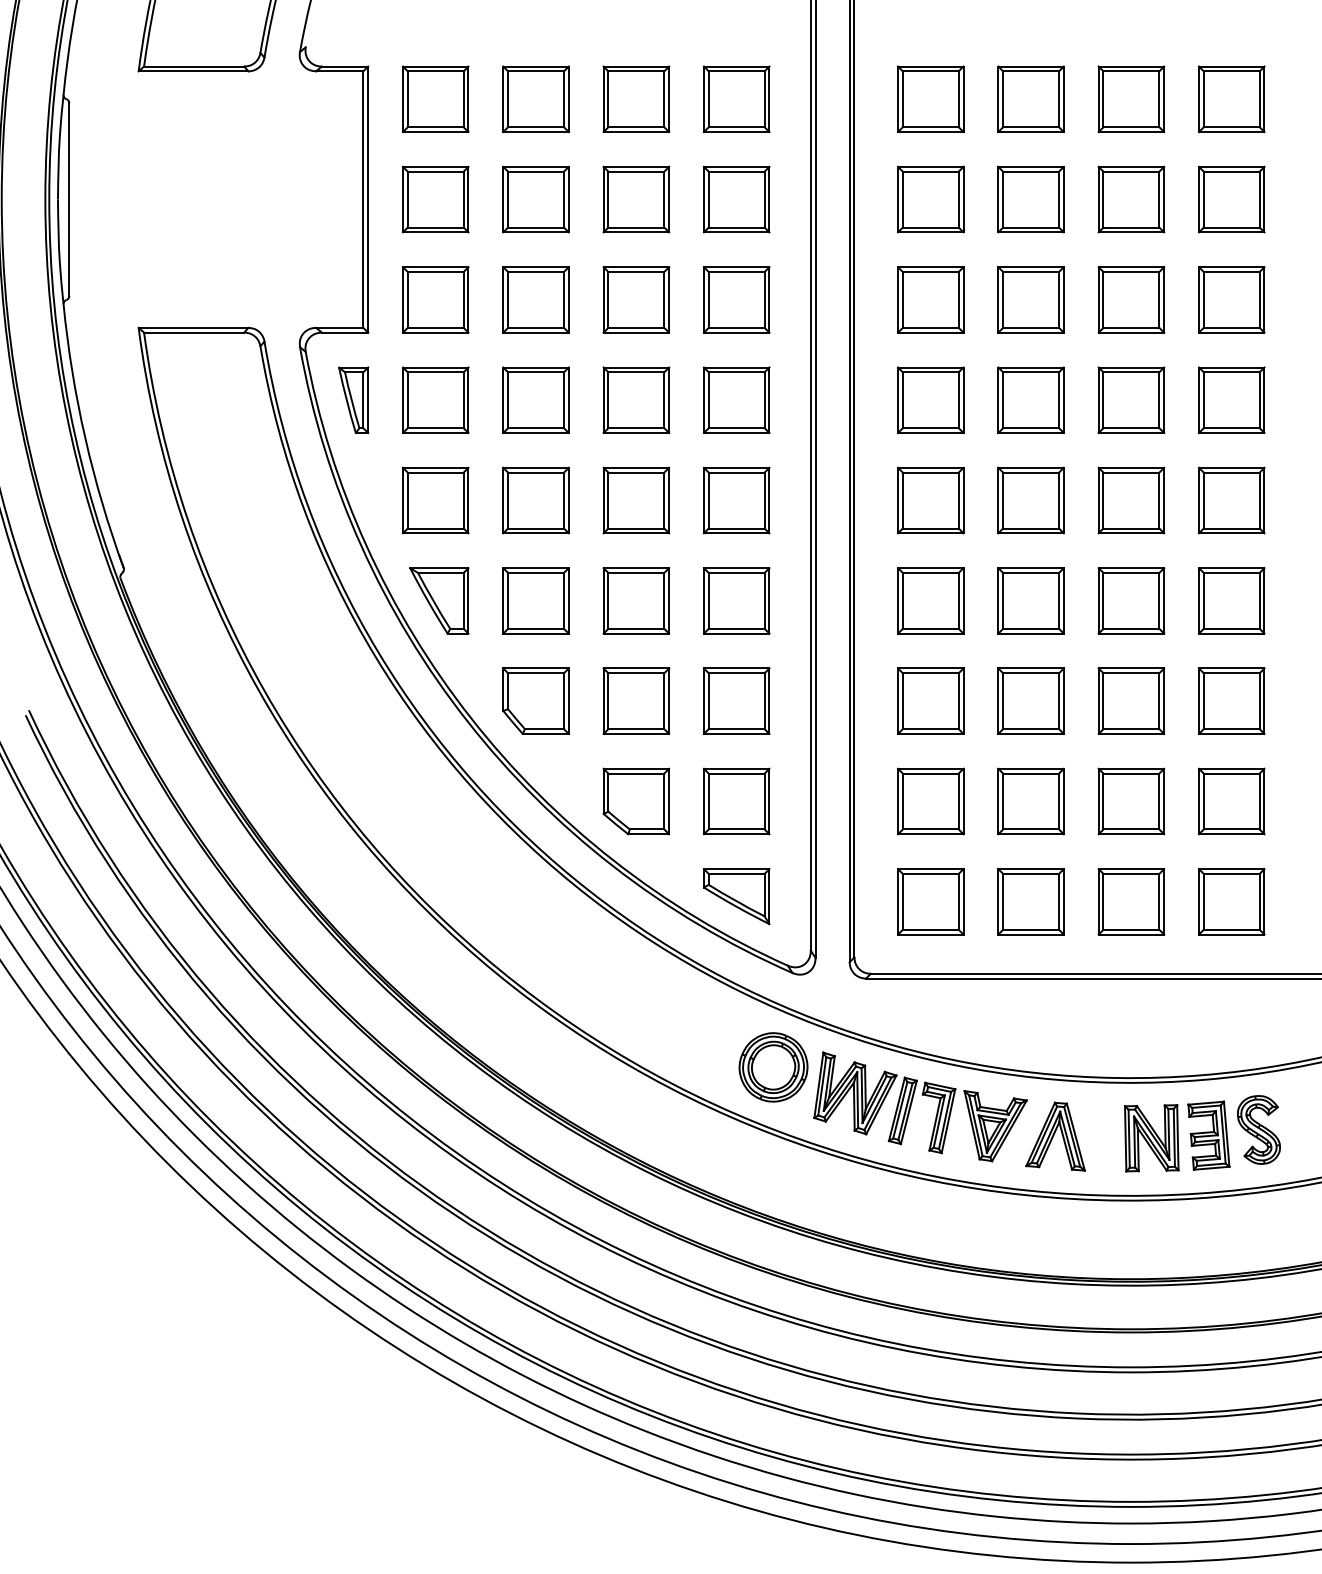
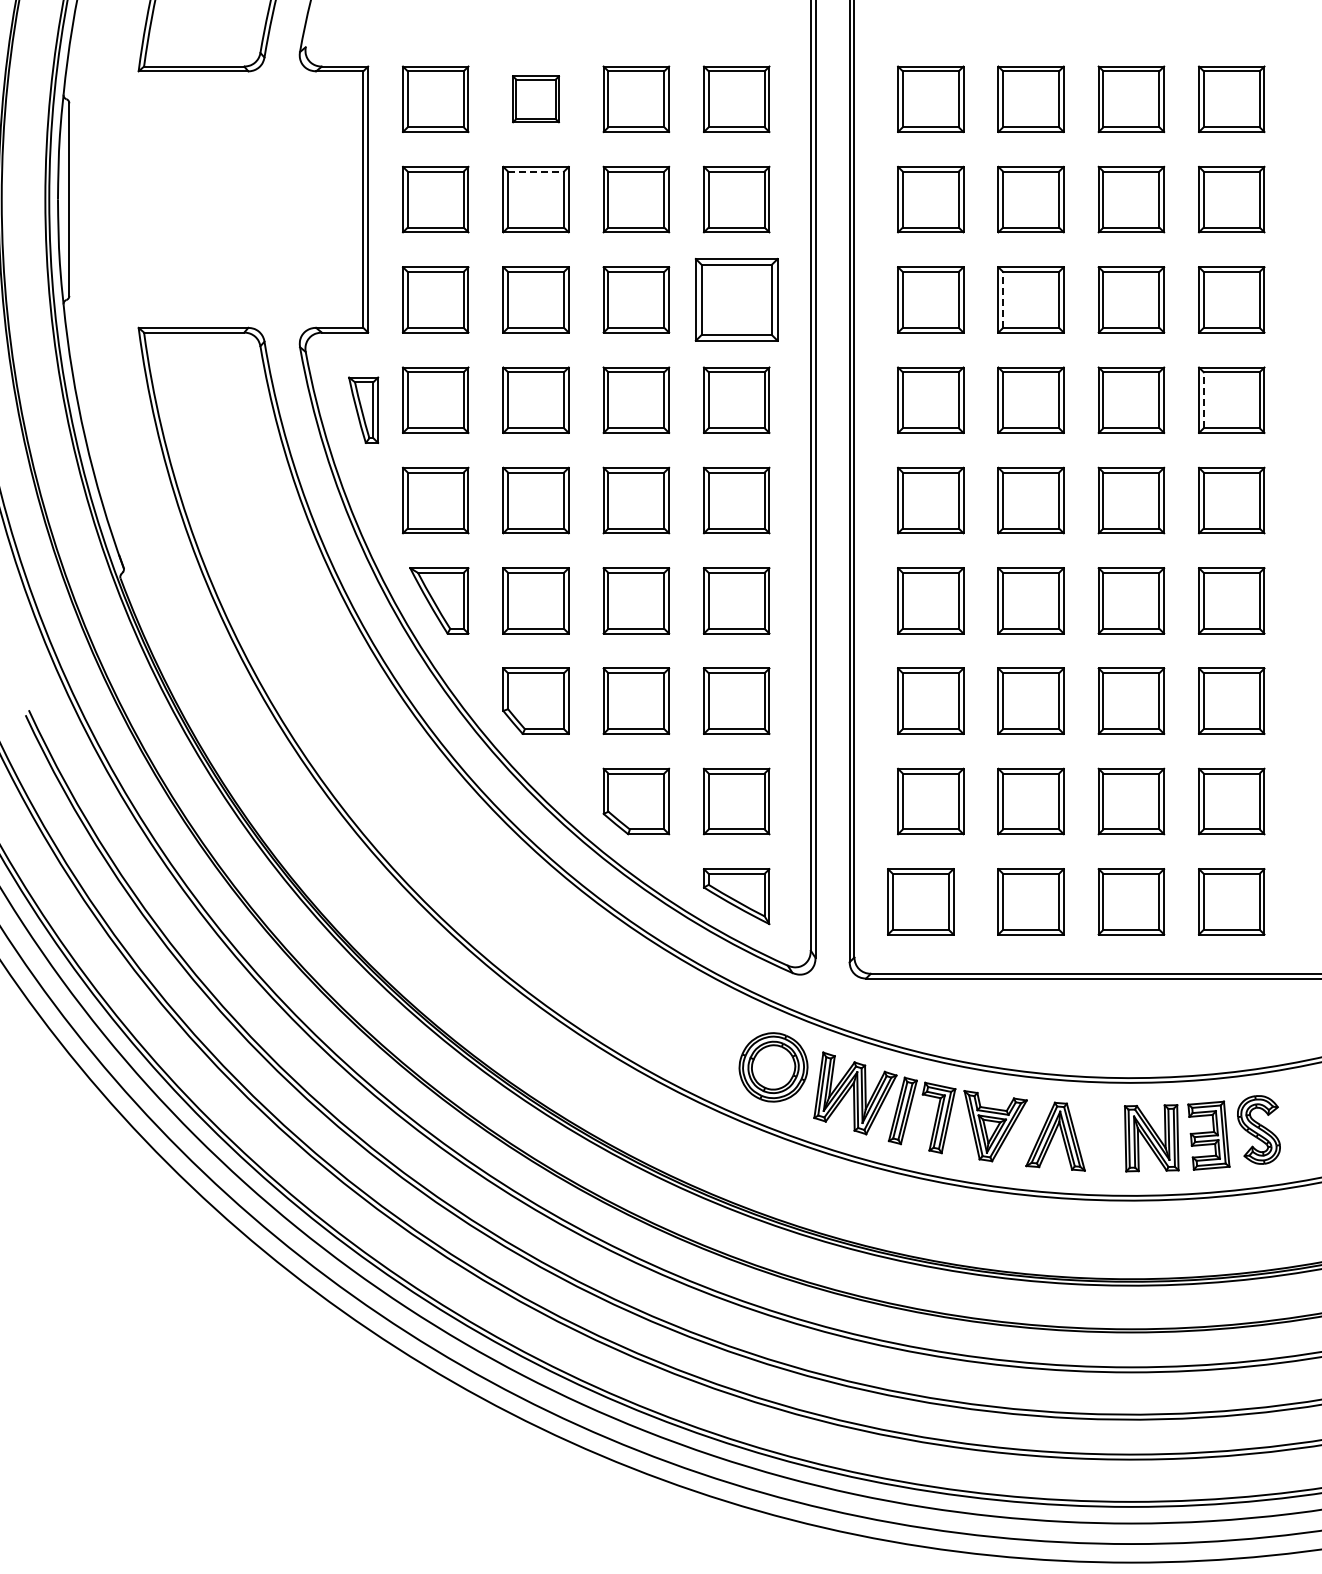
part at (535, 99) size: 68x69 px -> 48x49 px
line at (536, 171): solid -> dashed
part at (736, 299) size: 69x68 px -> 85x84 px
line at (1003, 299): solid -> dashed
part at (353, 399) position: (353, 399) -> (363, 409)
line at (1203, 400): solid -> dashed
part at (930, 901) position: (930, 901) -> (920, 901)
